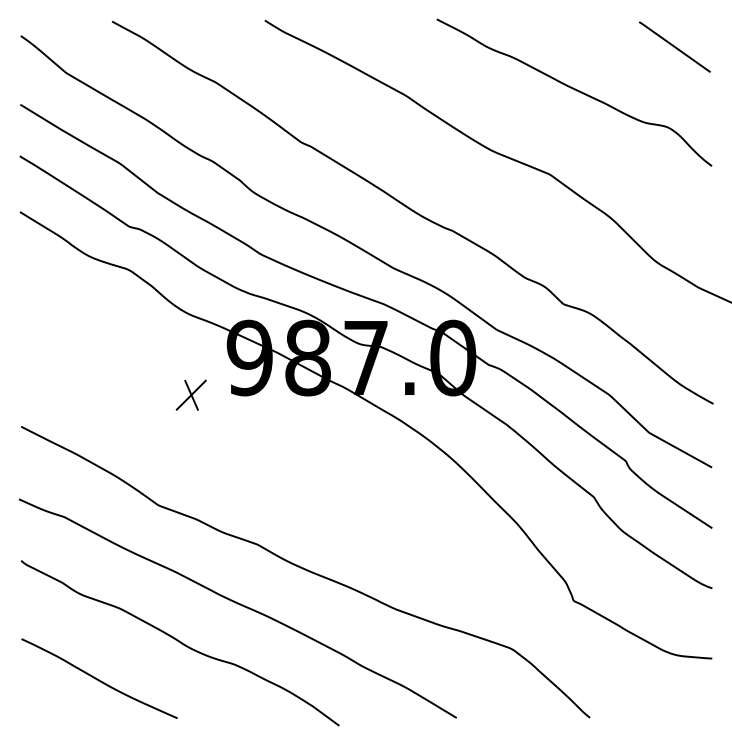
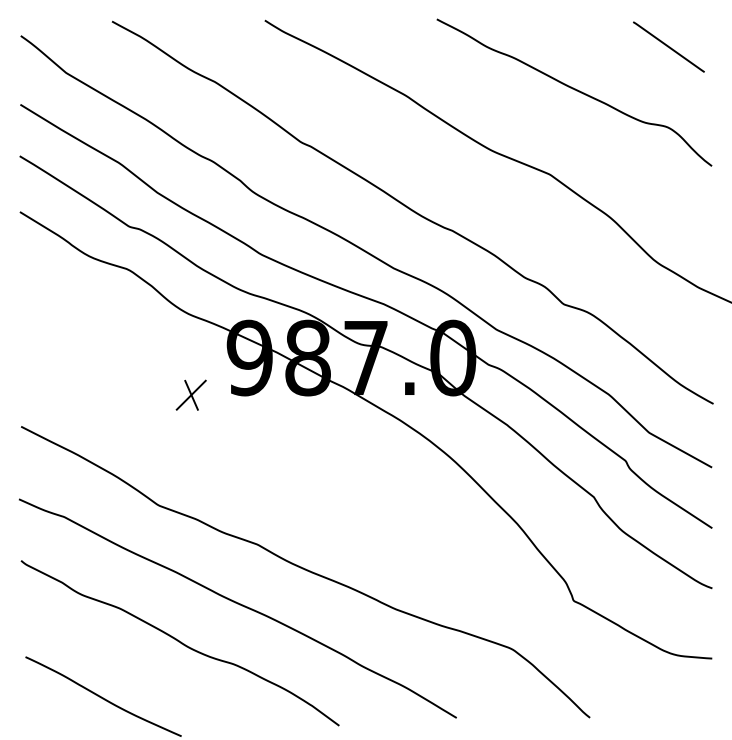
line at (674, 46) position: (674, 46) -> (668, 46)
curve at (99, 679) position: (99, 679) -> (103, 697)
